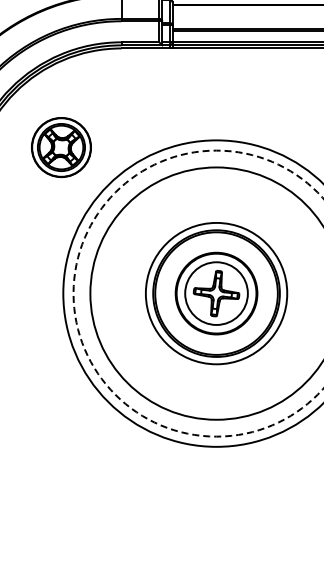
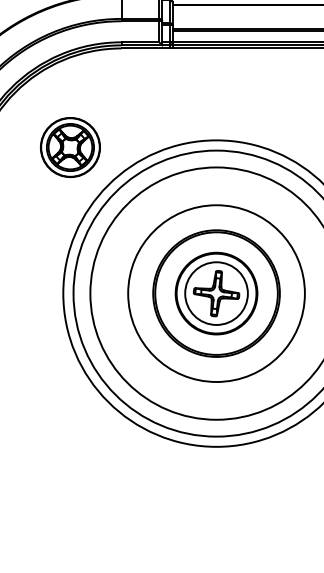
part at (61, 147) position: (61, 147) -> (70, 147)
circle at (198, 293): dashed -> solid
circle at (216, 293) diameter: 141 px -> 177 px
